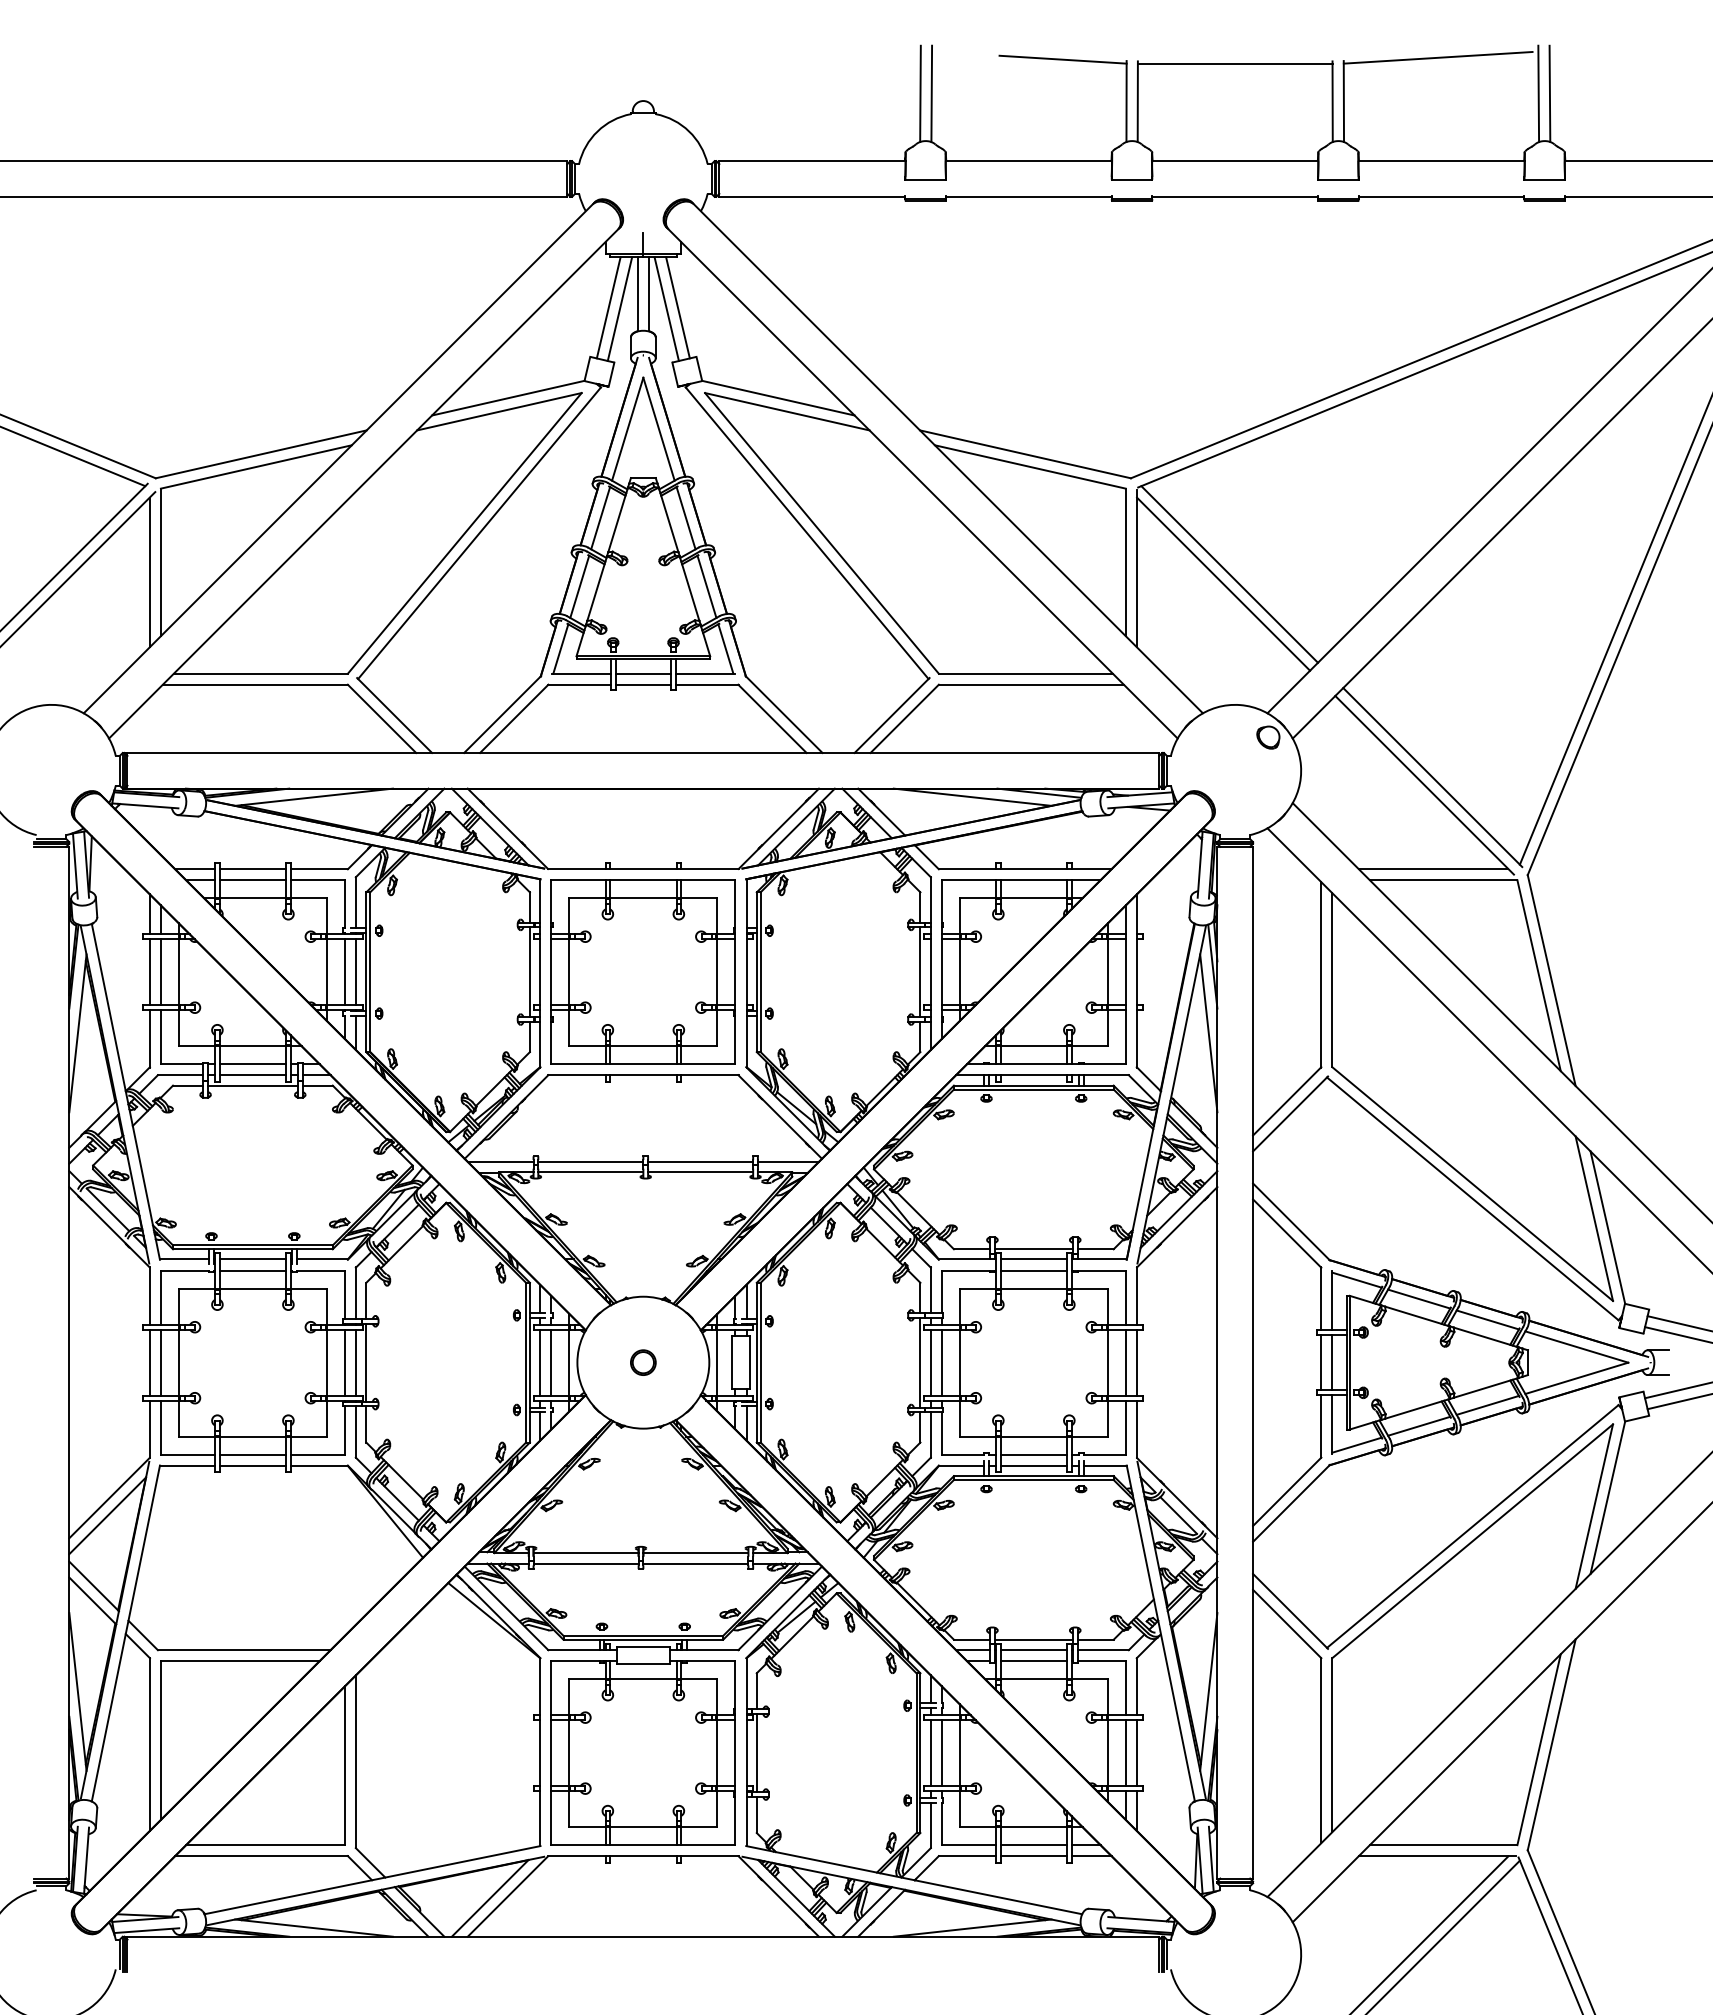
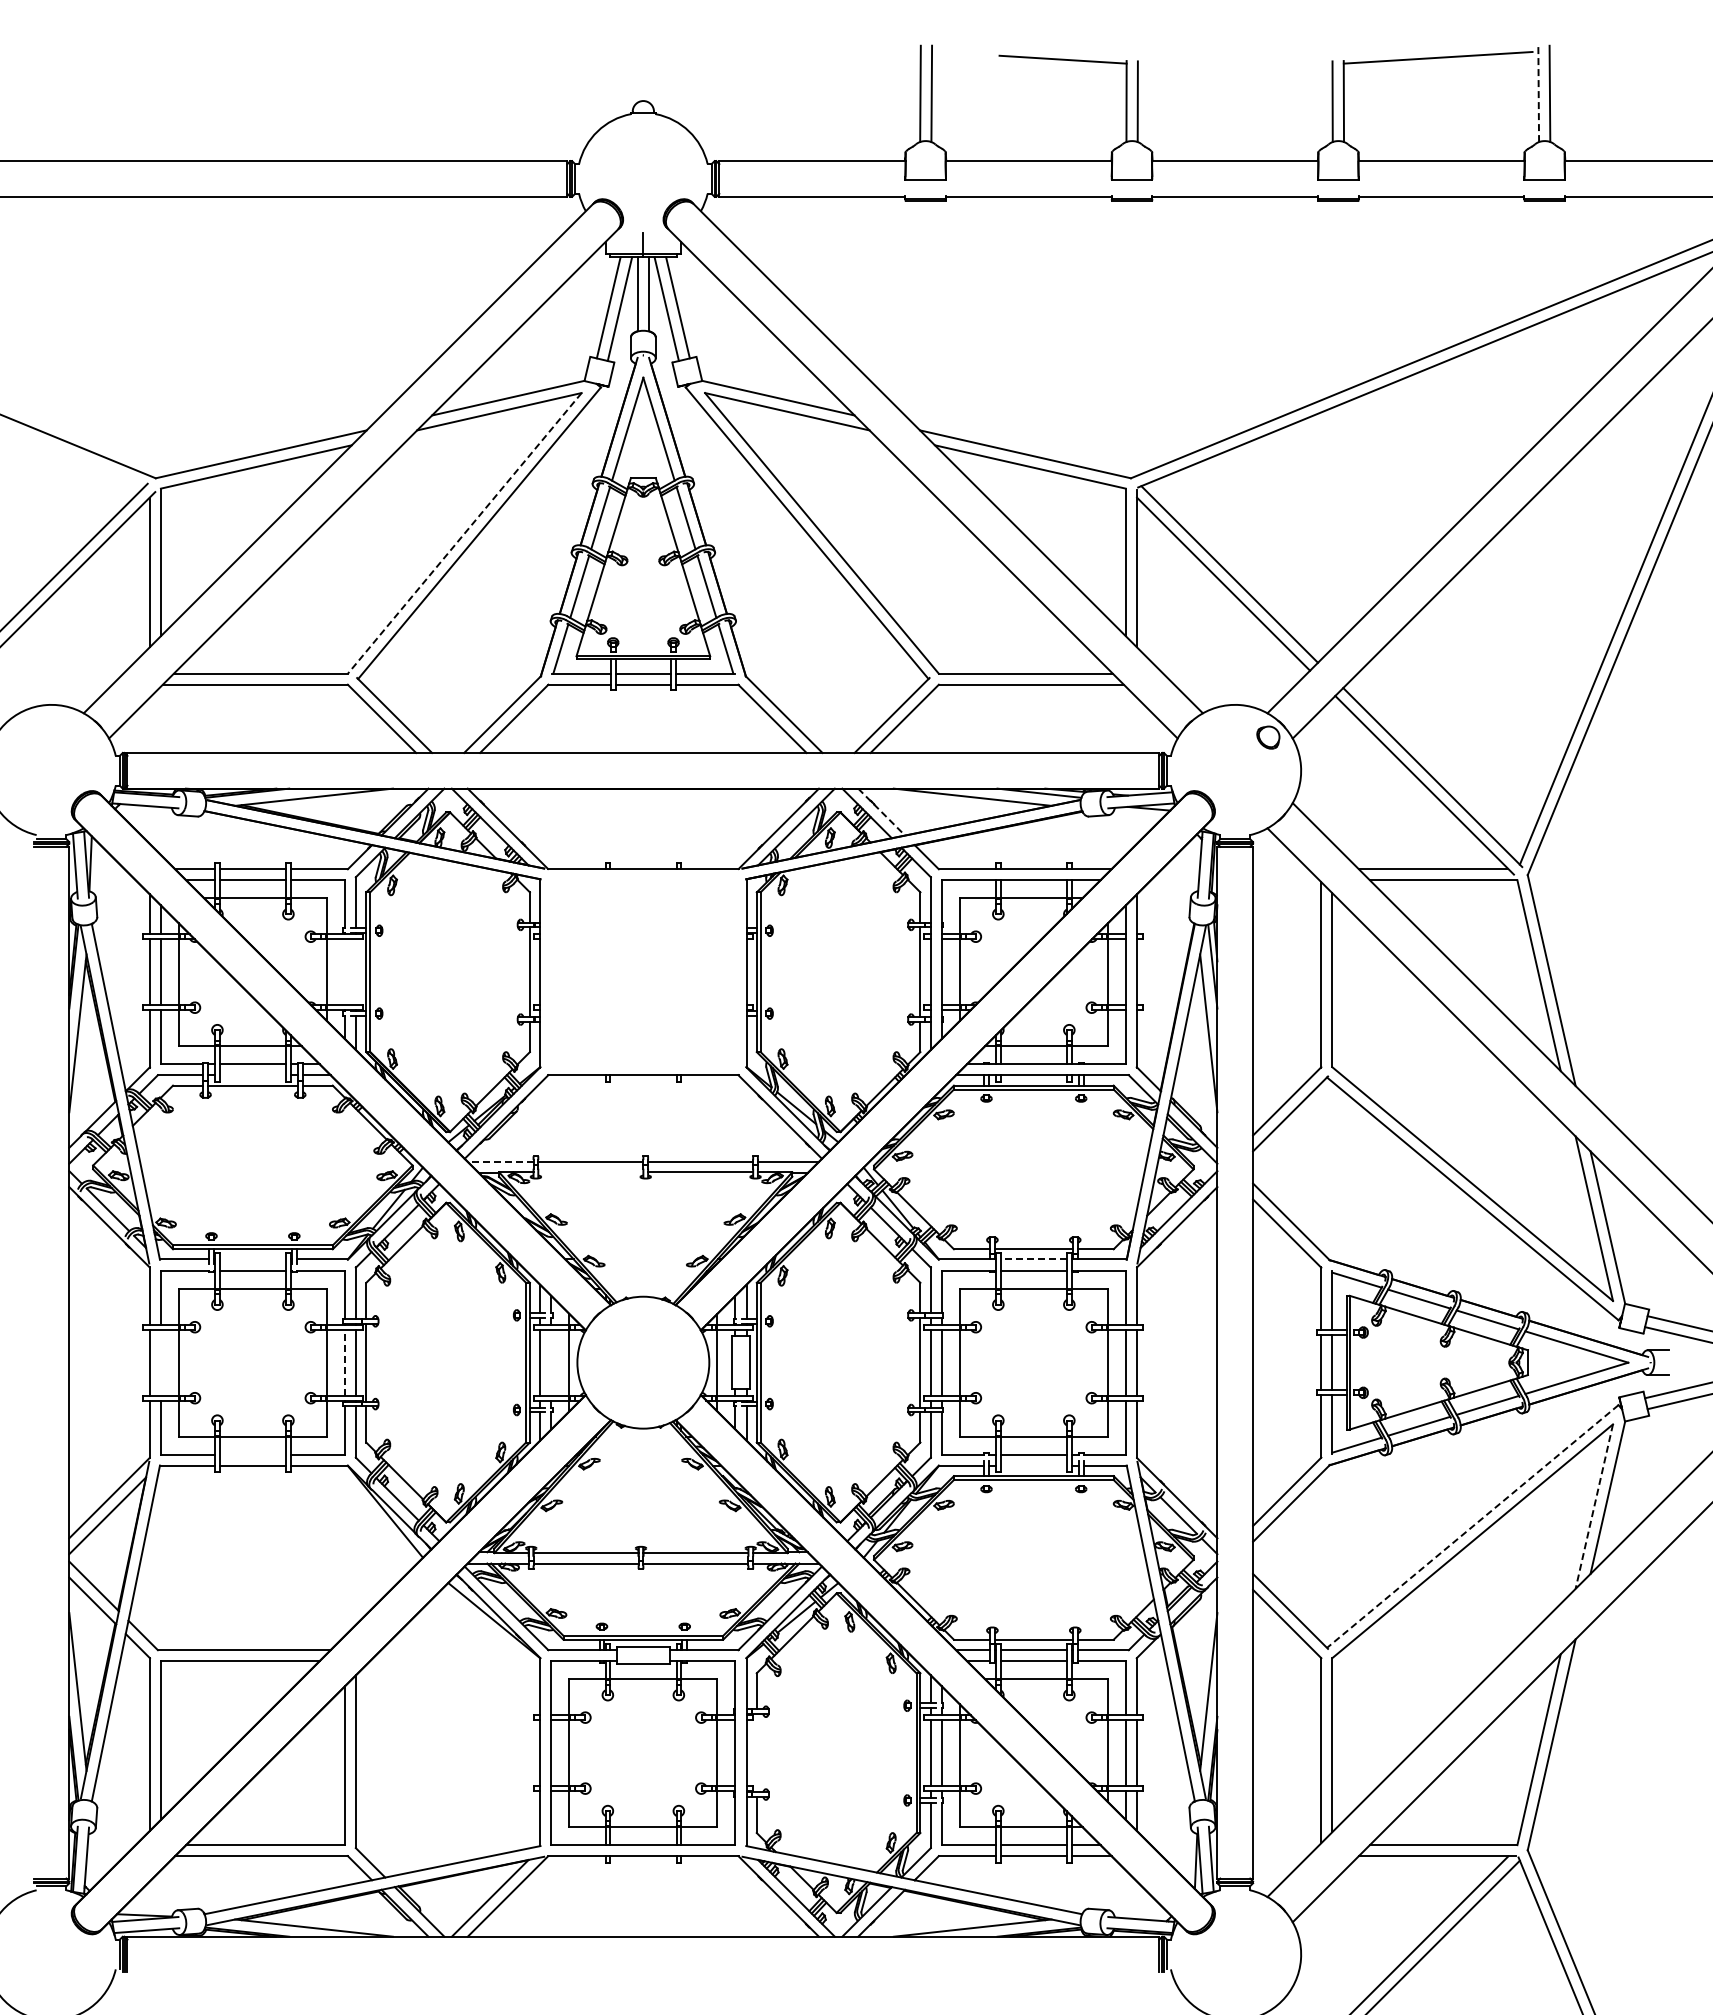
line at (1234, 64): present -> none
line at (1538, 93): solid -> dashed
line at (73, 456): present -> none
line at (464, 533): solid -> dashed
line at (882, 812): solid -> dashed
part at (642, 971): present -> none
line at (344, 972): present -> none
line at (356, 972): present -> none
line at (252, 1075): present -> none
line at (500, 1161): solid -> dashed
line at (590, 1172): present -> none
line at (252, 1259): present -> none
line at (1033, 1259): solid -> dashed
line at (160, 1362): present -> none
line at (344, 1362): solid -> dashed
line at (551, 1362): present -> none
part at (643, 1362): present -> none
line at (252, 1454): present -> none
line at (1033, 1465): present -> none
line at (1594, 1507): solid -> dashed
line at (1472, 1526): solid -> dashed
line at (756, 1753): present -> none
